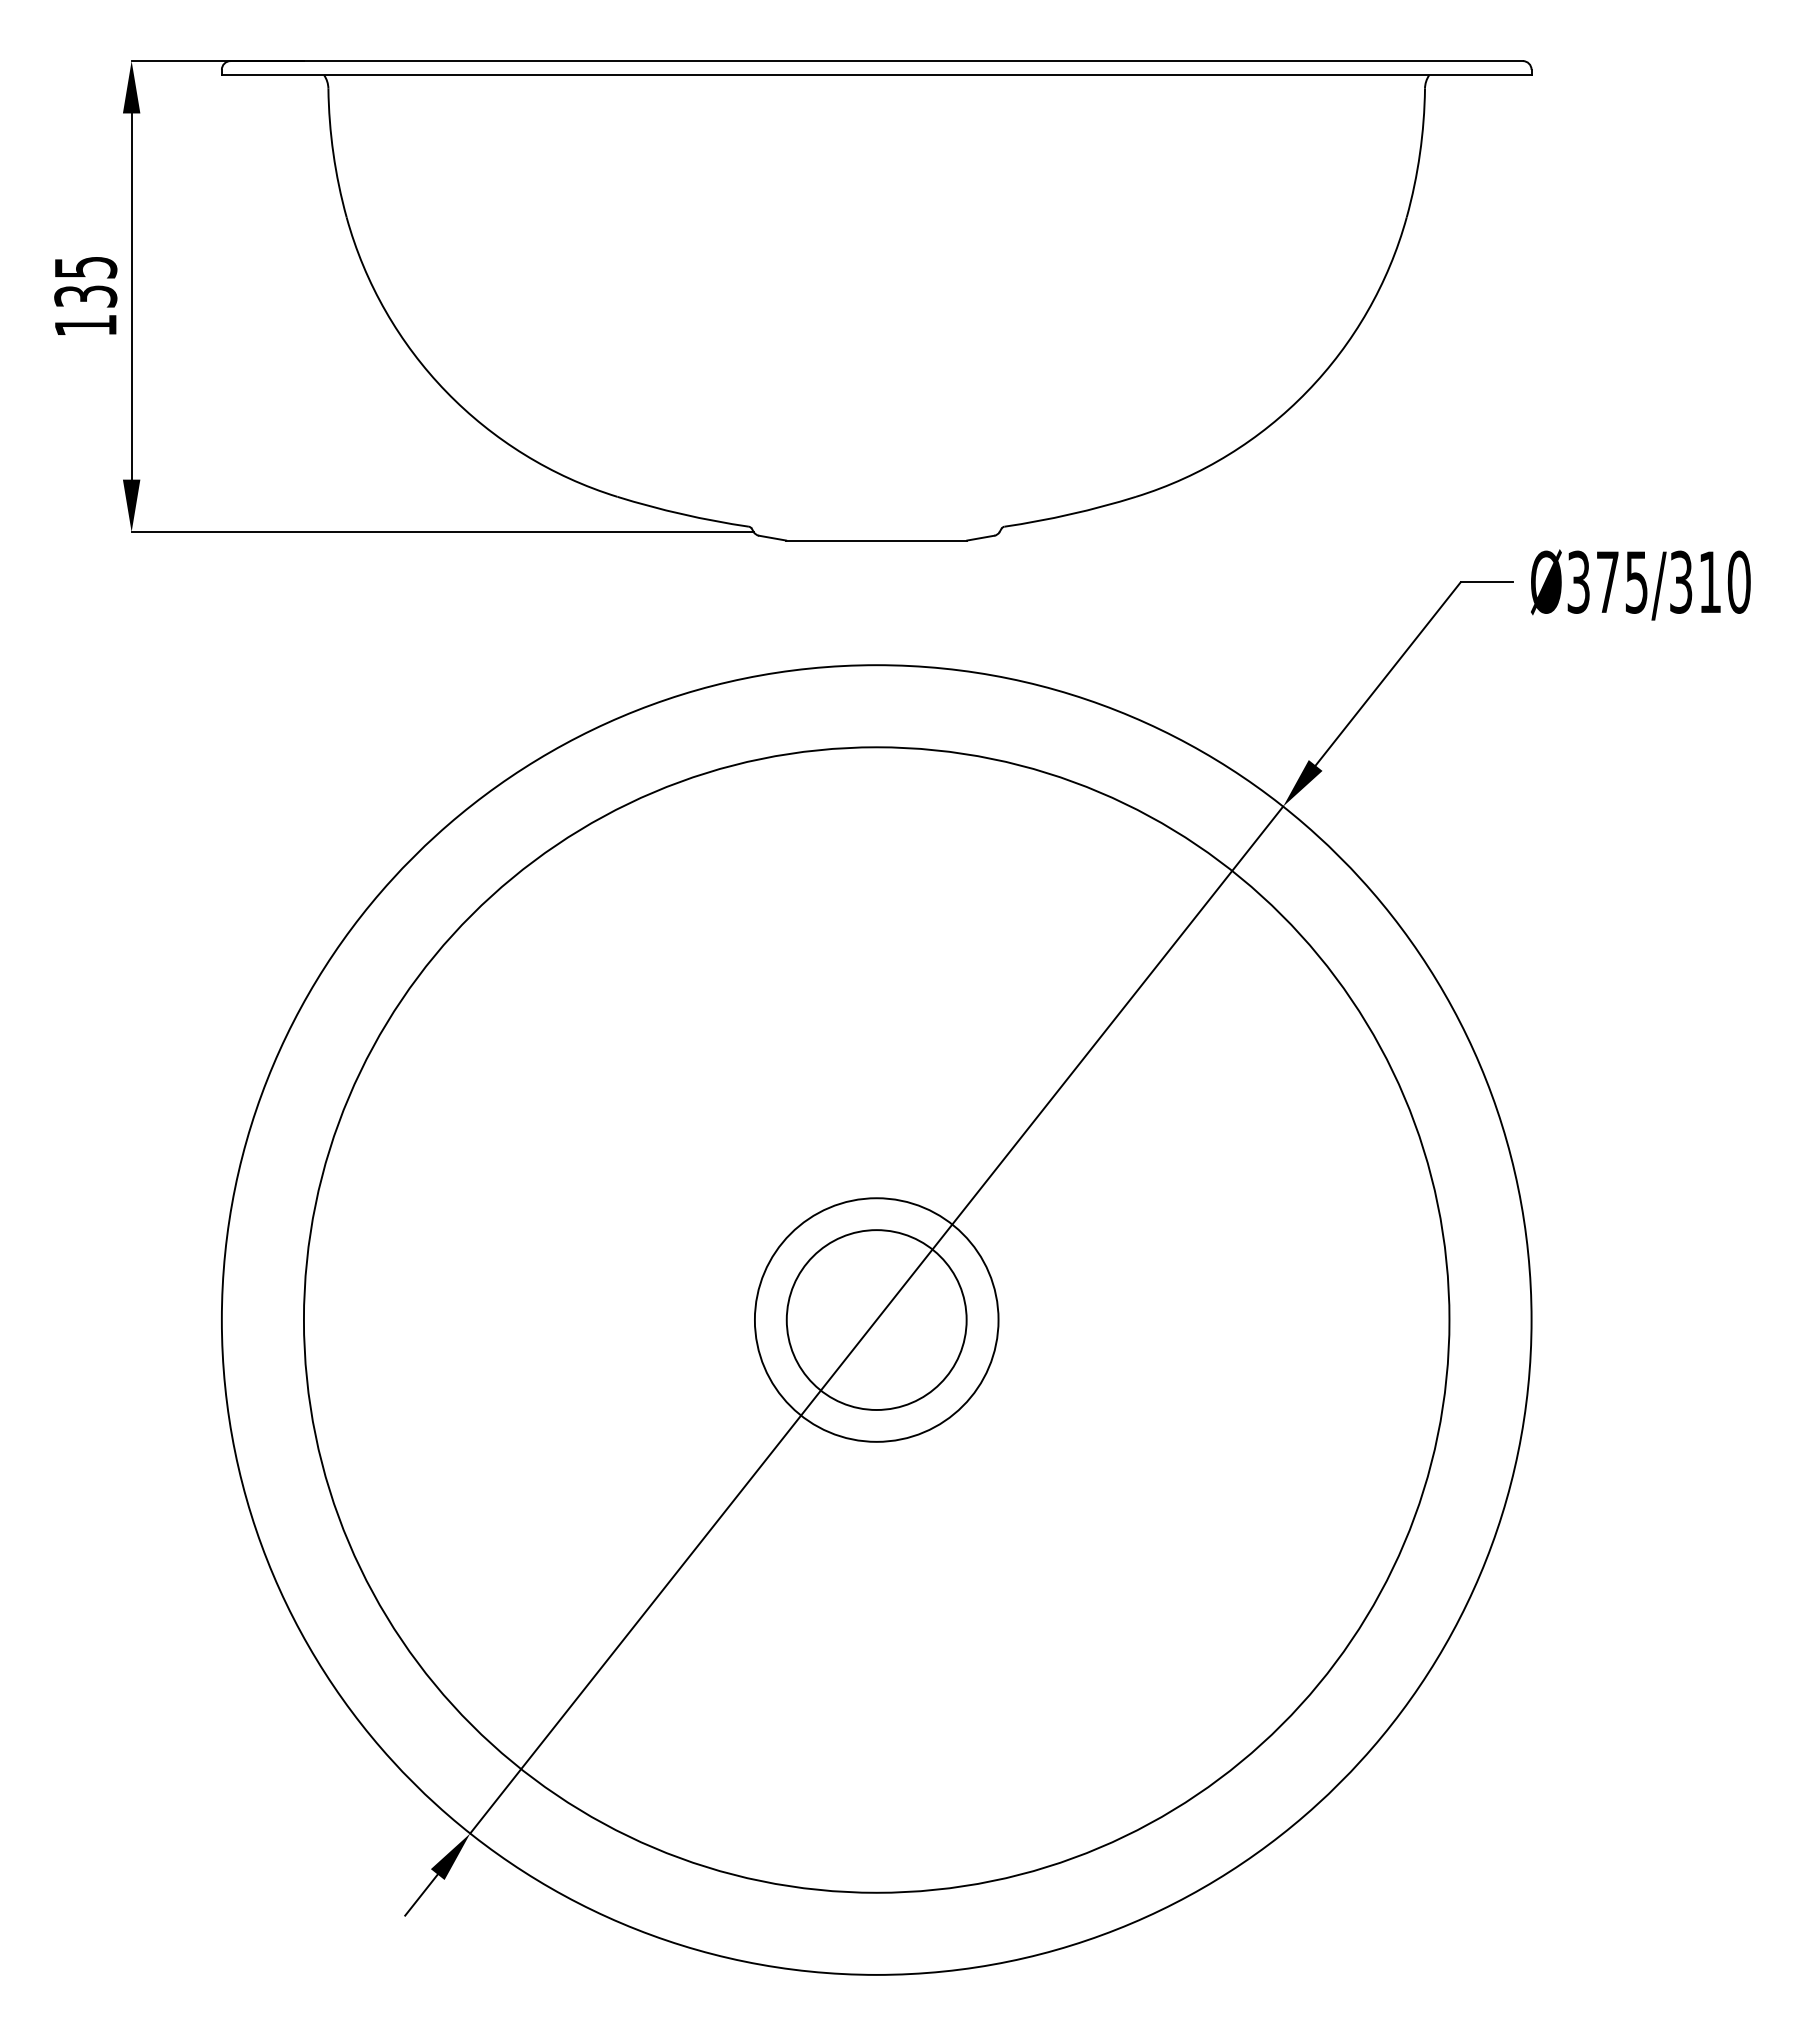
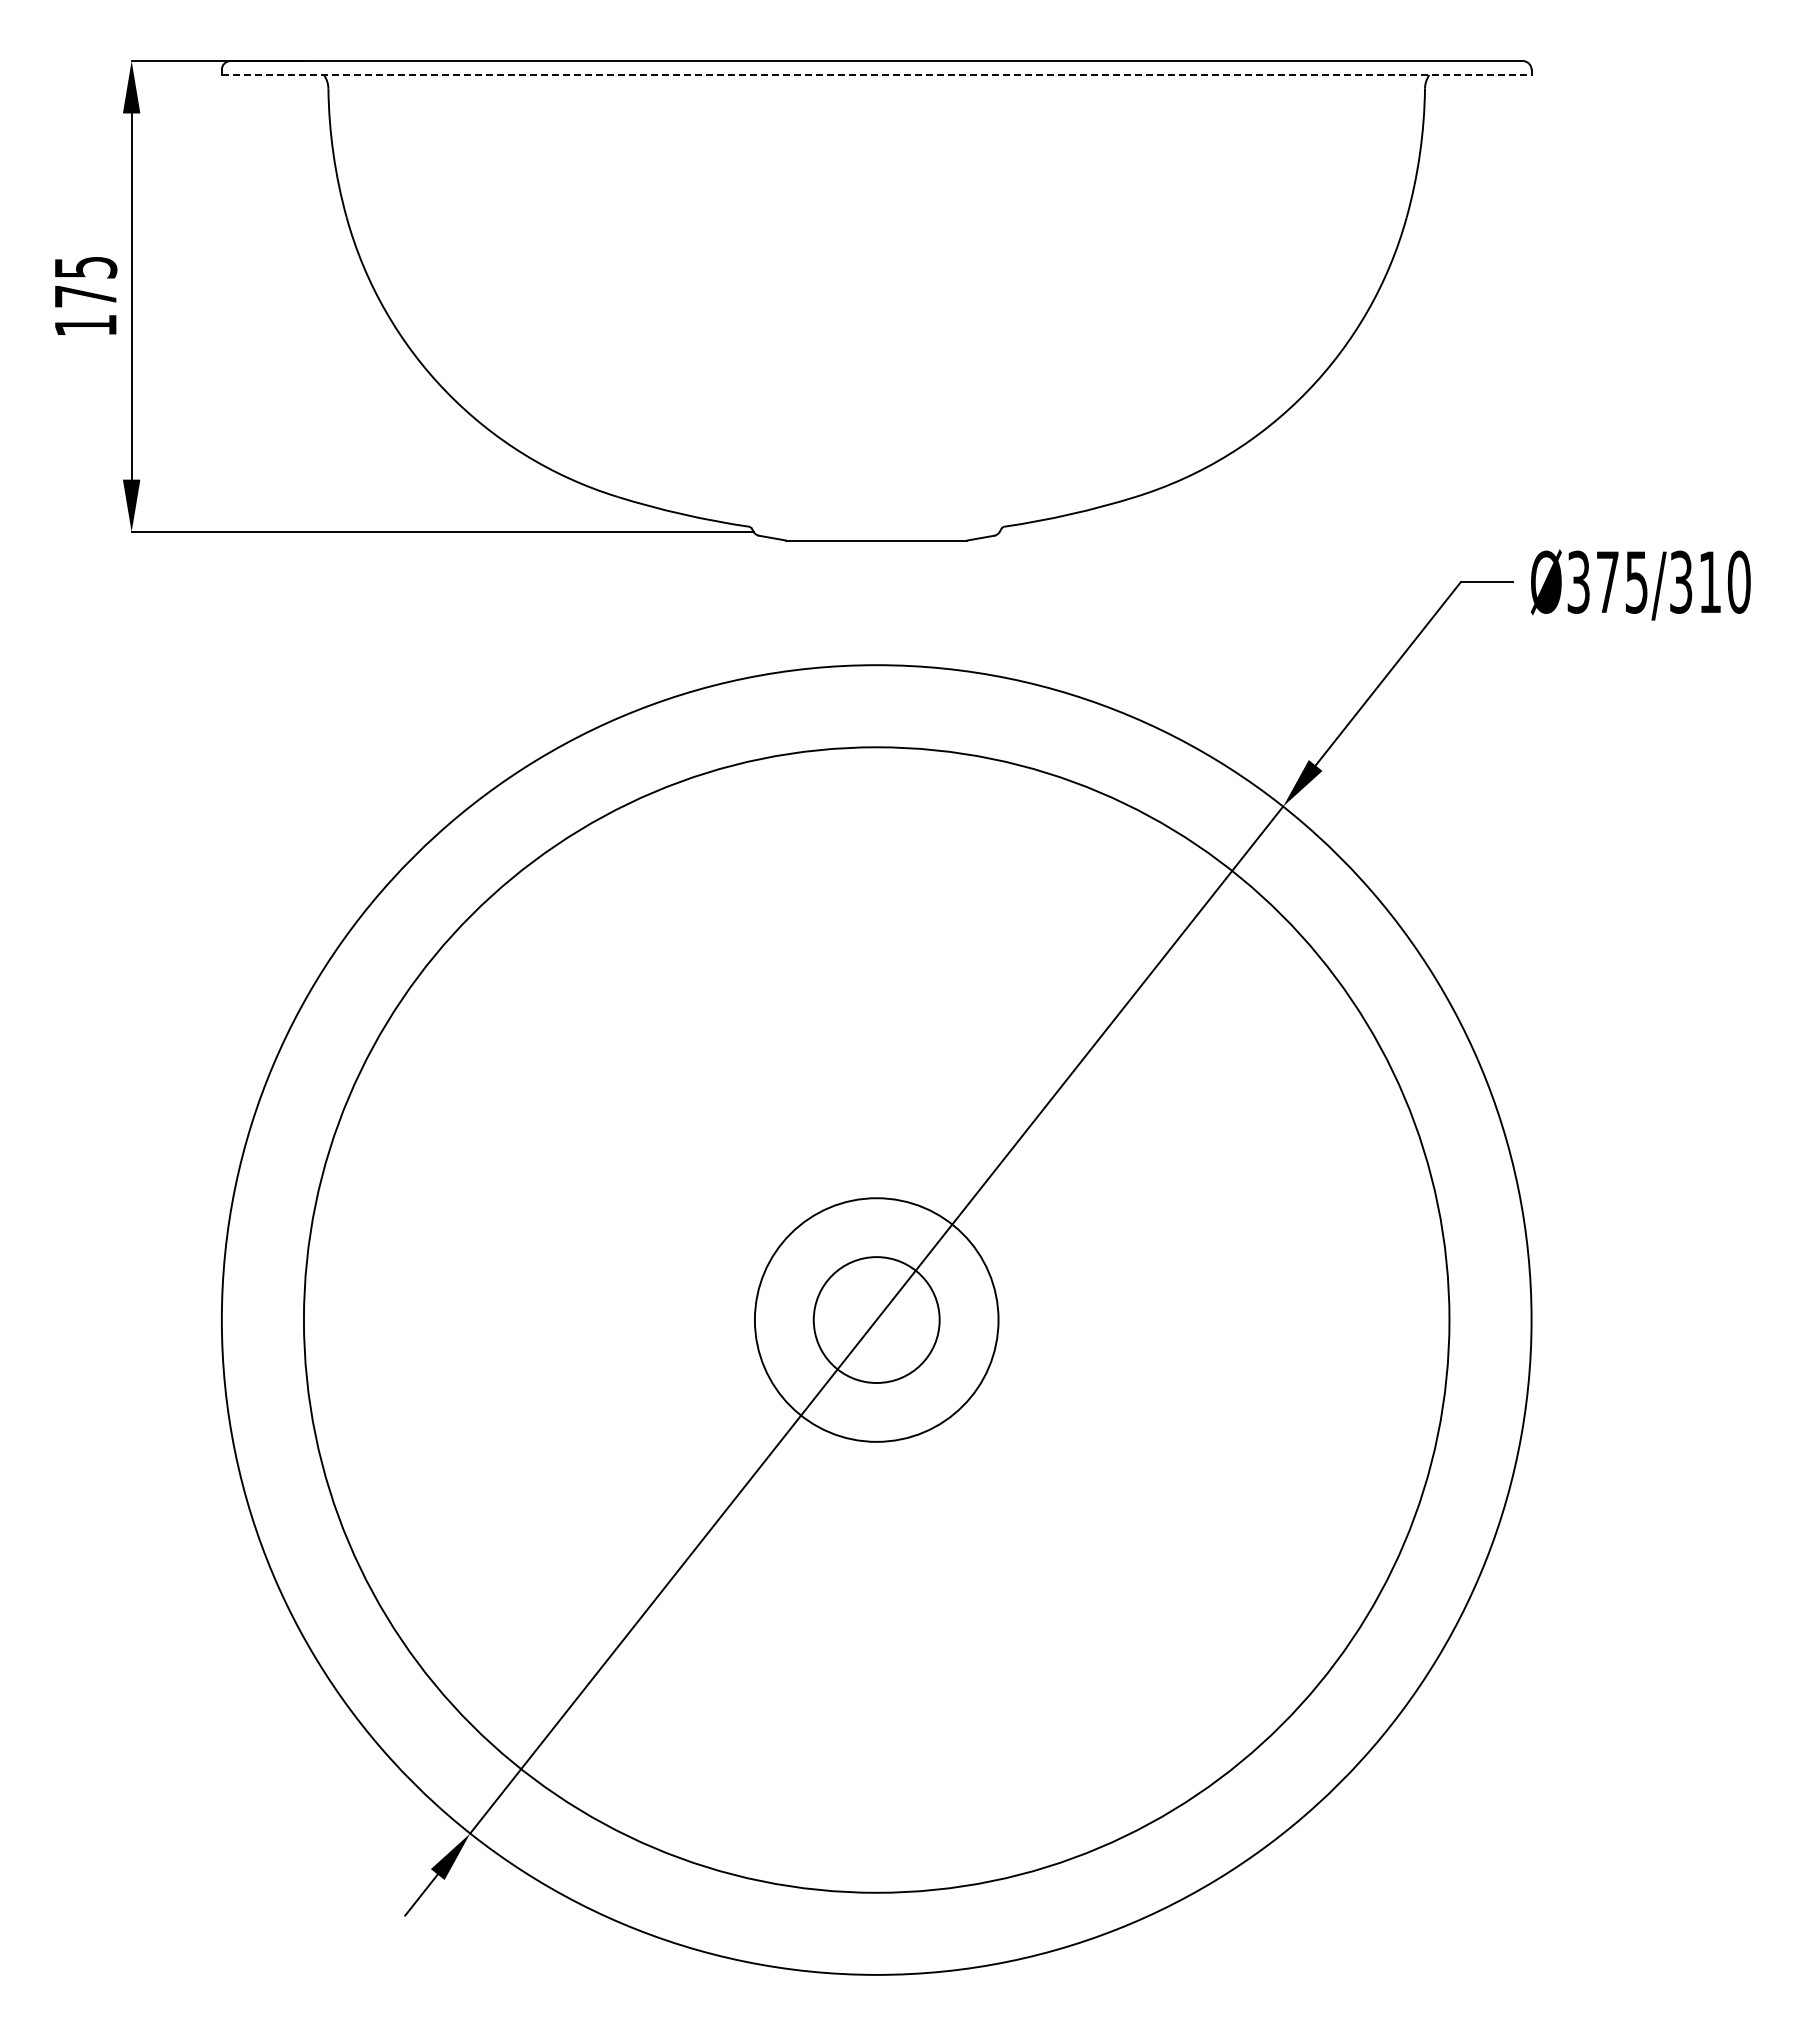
line at (876, 75): solid -> dashed
text at (85, 296): 135 -> 175
circle at (876, 1319) diameter: 180 px -> 126 px
